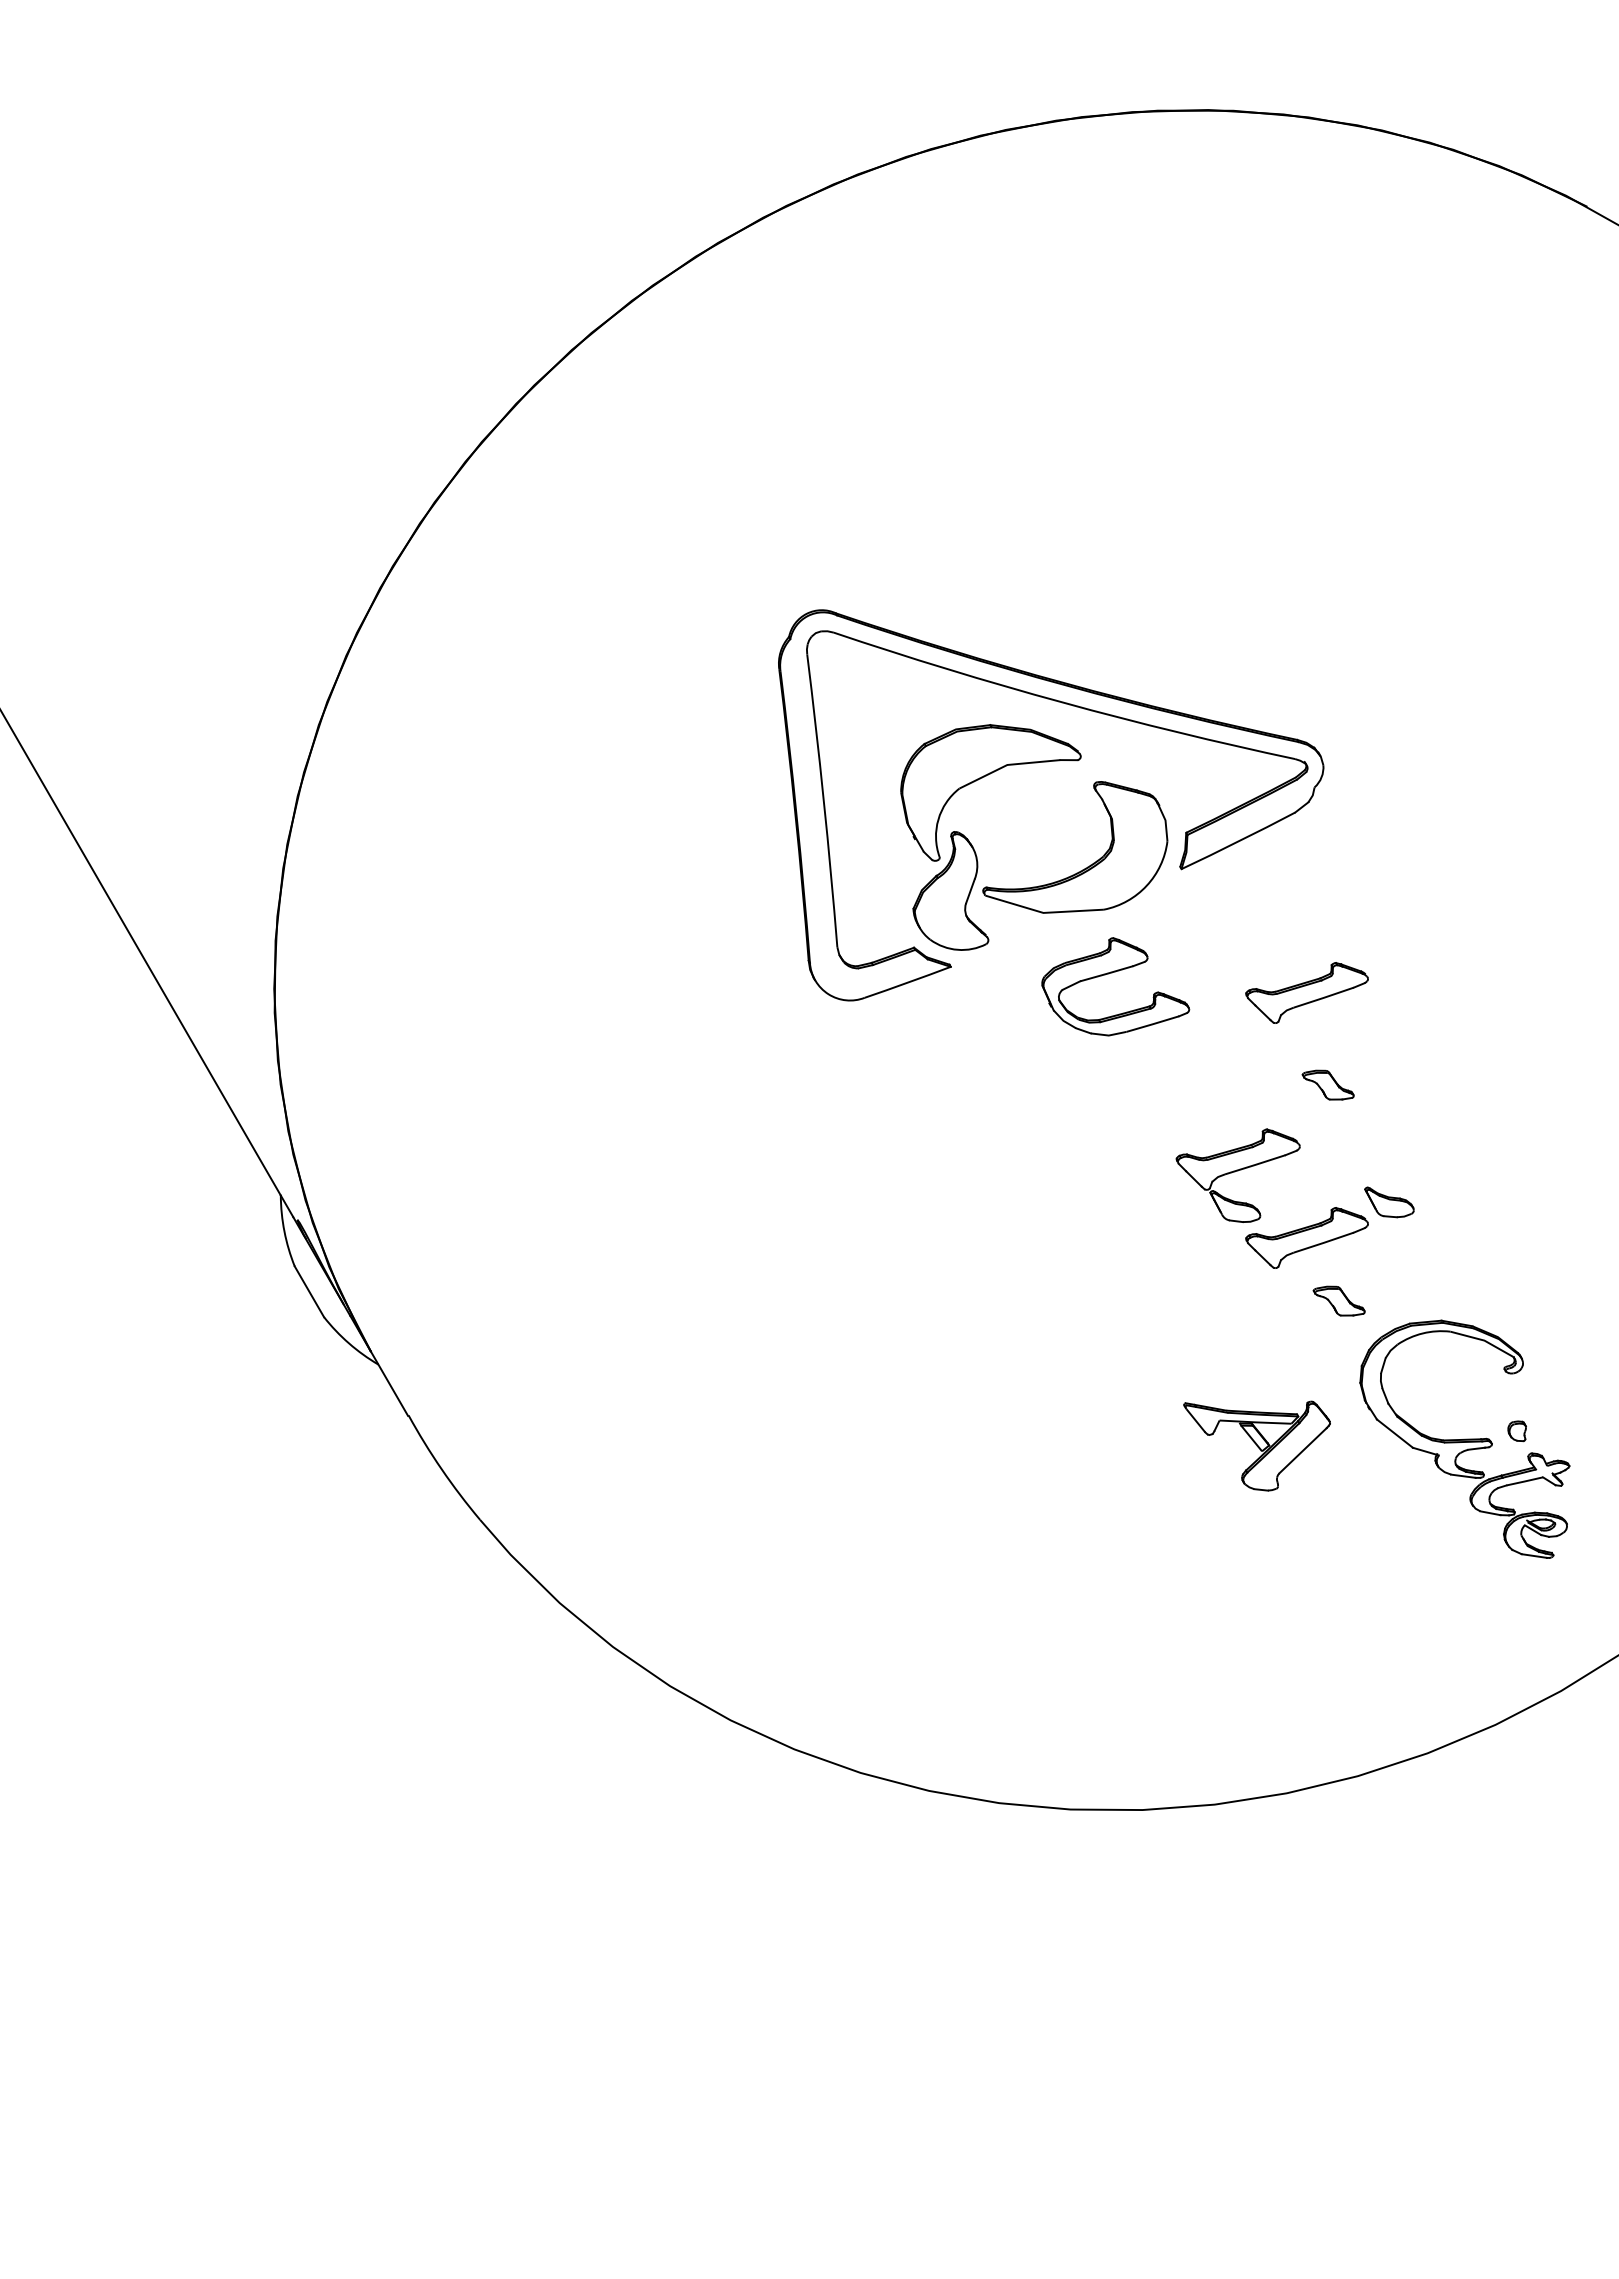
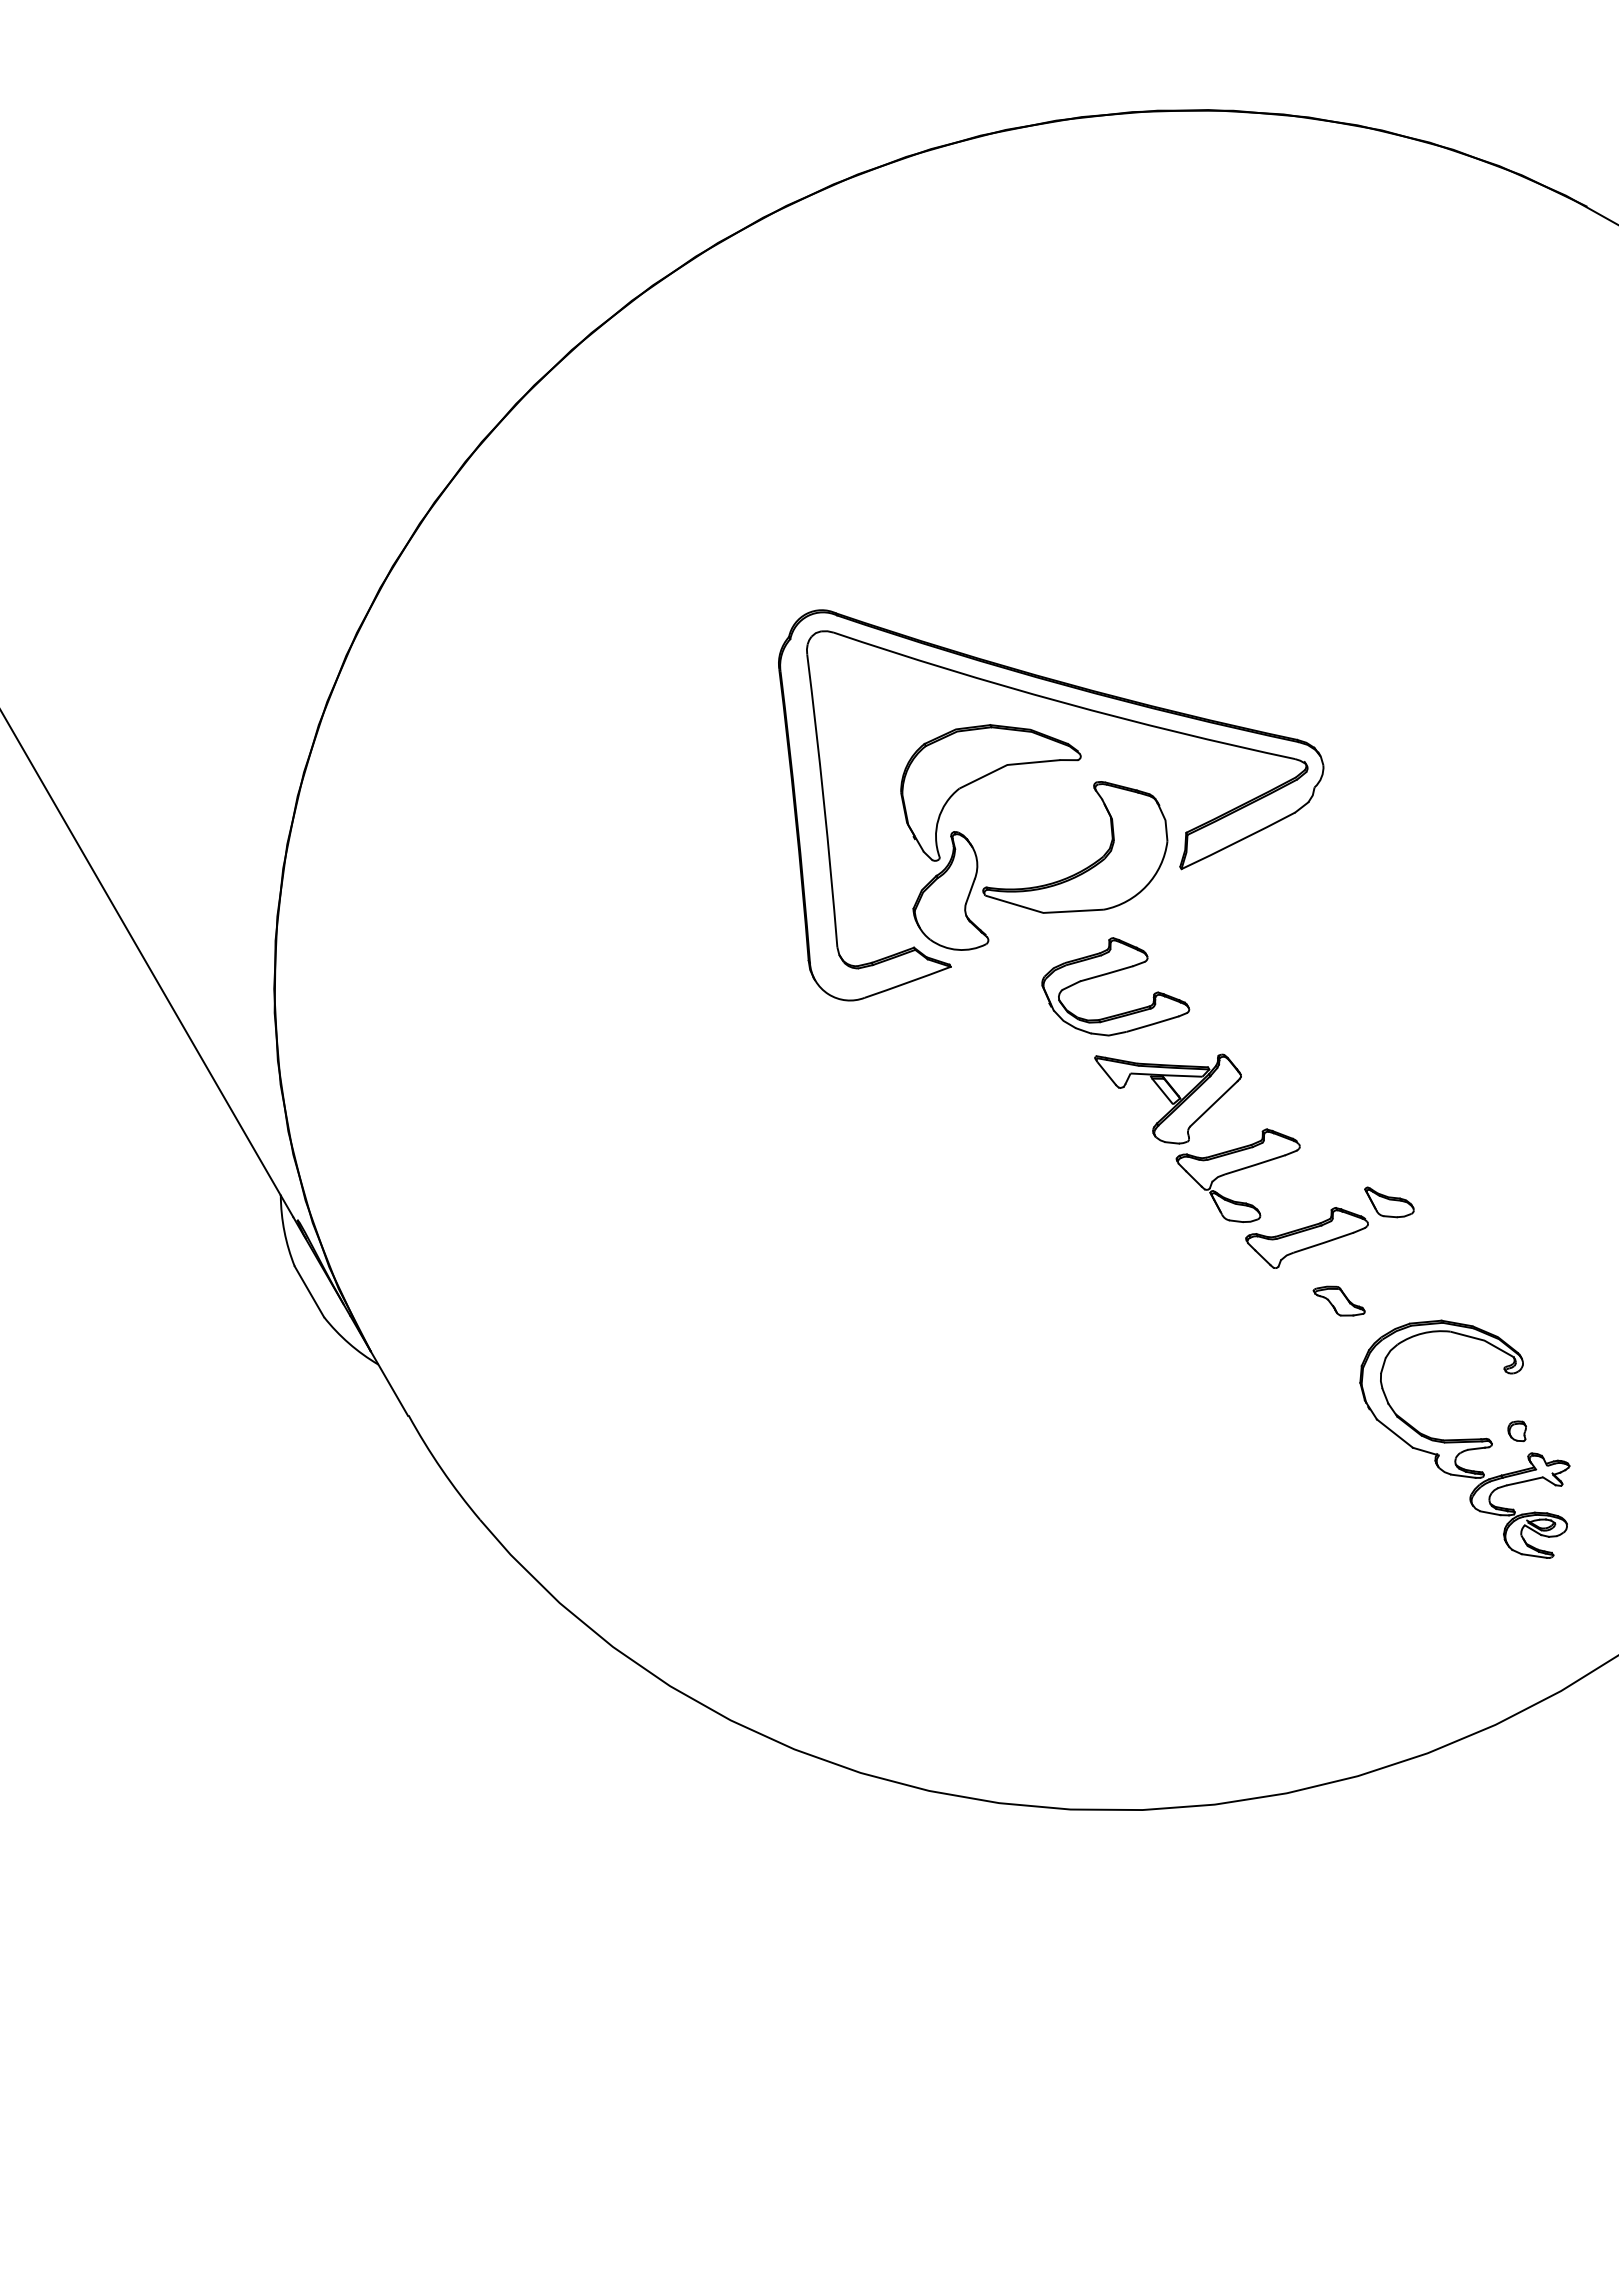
part at (1306, 992): present -> none
part at (1327, 1084): present -> none
part at (1256, 1445) position: (1256, 1445) -> (1167, 1098)
